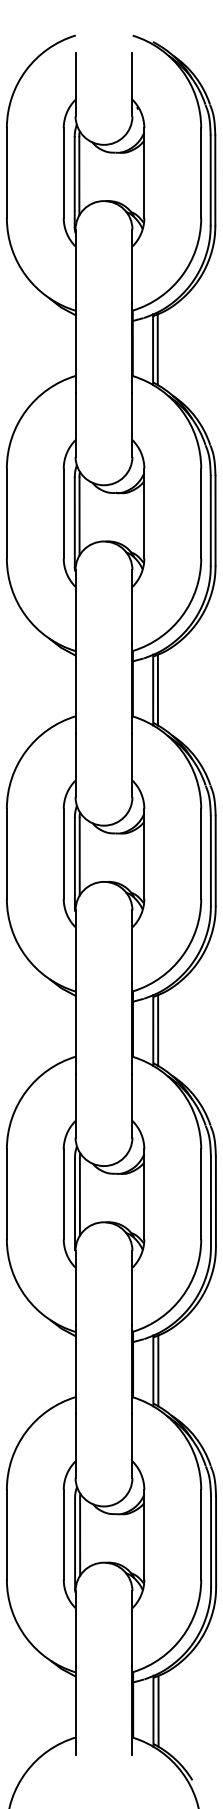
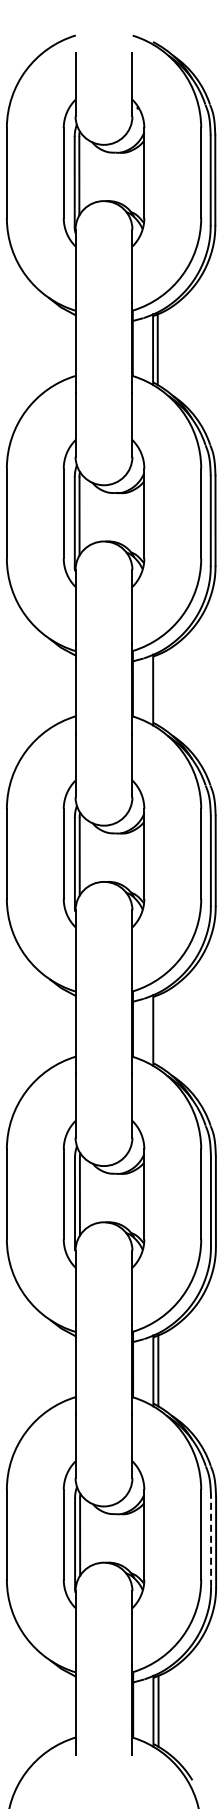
line at (157, 689): present -> none
line at (158, 1029): present -> none
line at (211, 1541): solid -> dashed
